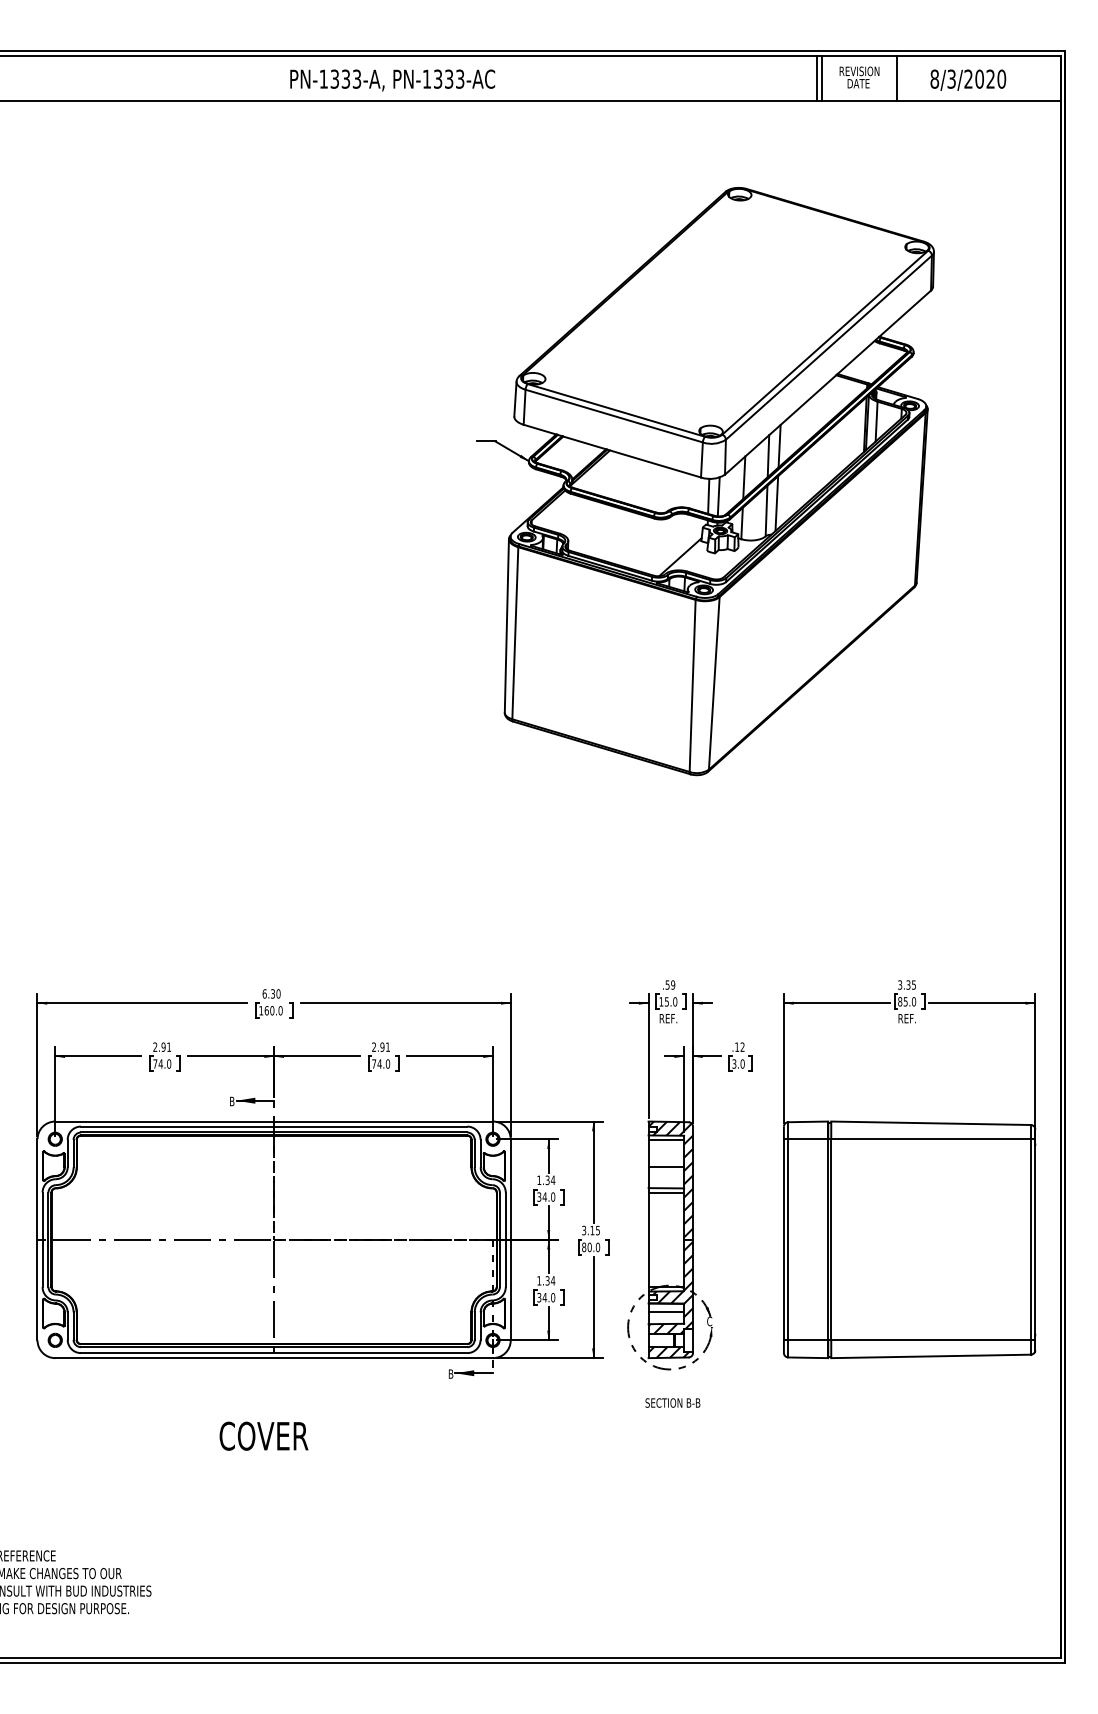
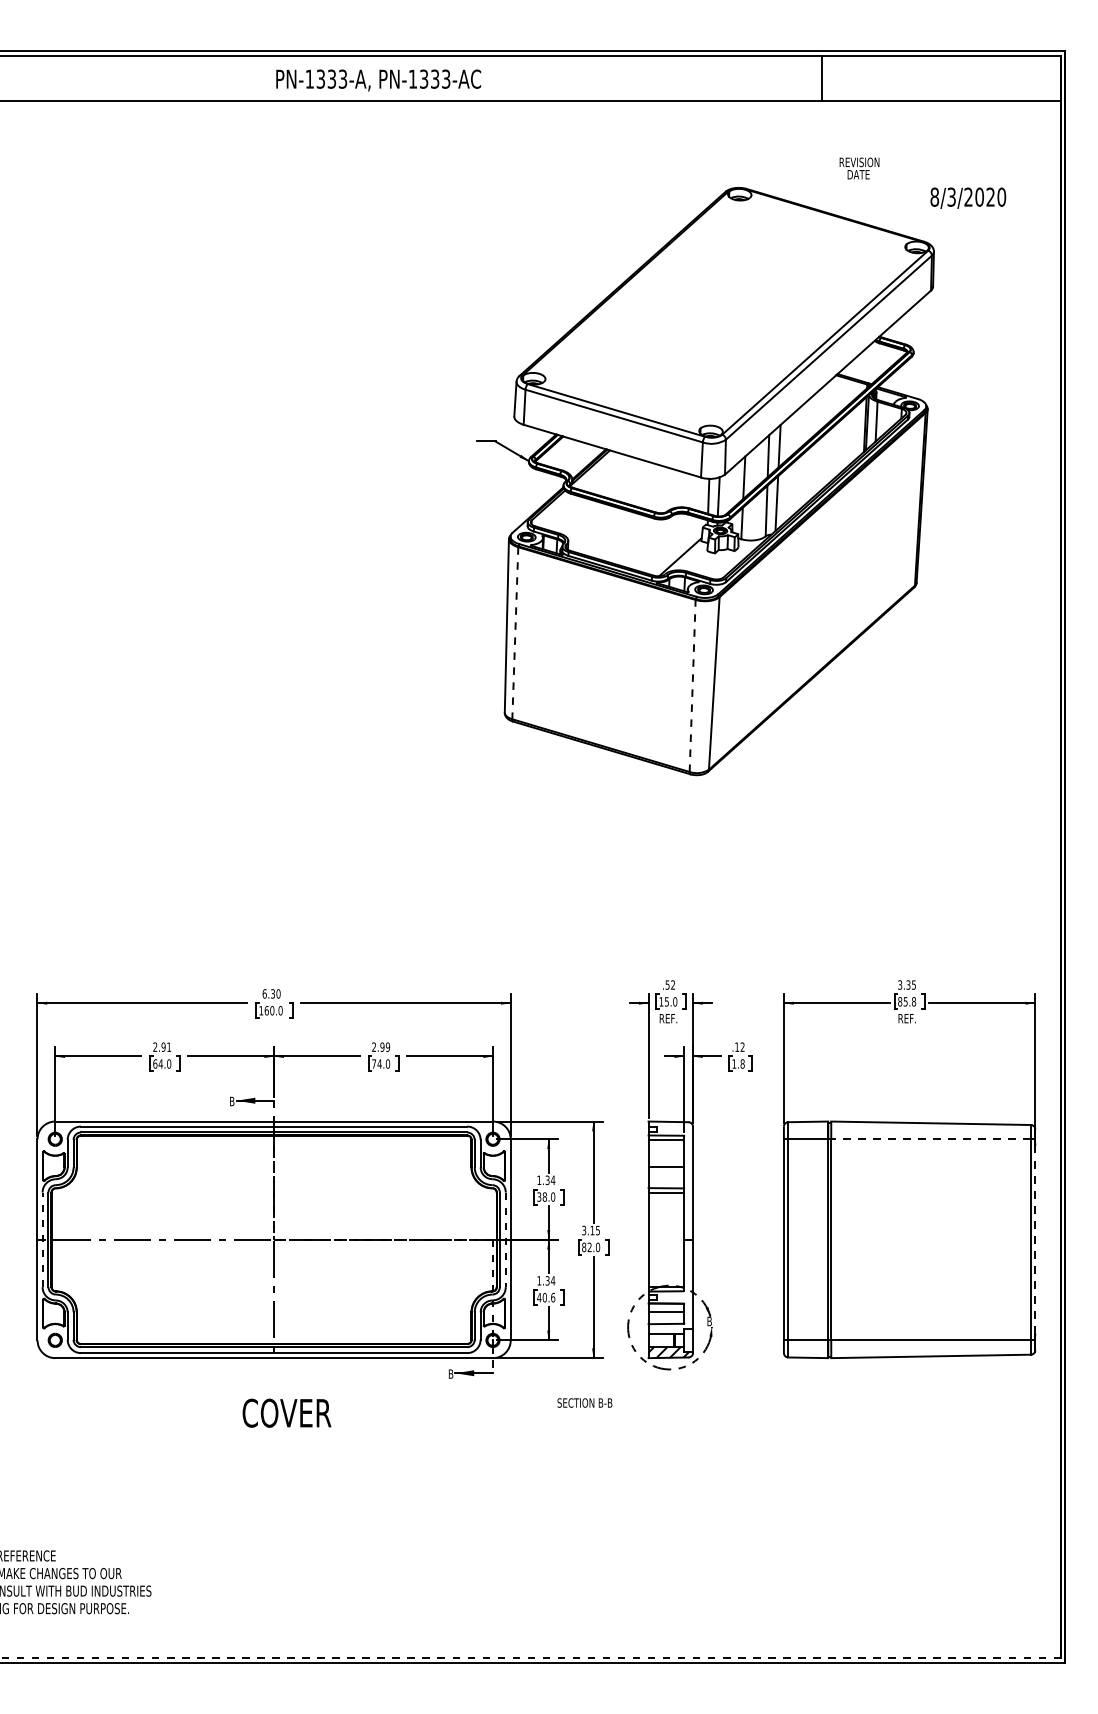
text at (859, 77) position: (859, 77) -> (859, 168)
line at (816, 78): present -> none
line at (896, 78): present -> none
text at (968, 79) position: (968, 79) -> (968, 197)
text at (392, 80) position: (392, 80) -> (378, 80)
line at (515, 633): solid -> dashed
line at (692, 685): solid -> dashed
text at (673, 984): .59 -> .52
text at (913, 1001): 85.0 -> 85.8
text at (387, 1046): 2.91 -> 2.99
text at (155, 1063): 74.0 -> 64.0
text at (738, 1063): 3.0 -> 1.8
line at (931, 1139): solid -> dashed
hatch at (670, 1179): present -> none
text at (544, 1196): 34.0 -> 38.0
line at (42, 1239): solid -> dashed
line at (1035, 1239): solid -> dashed
line at (505, 1240): solid -> dashed
text at (589, 1247): 80.0 -> 82.0
hatch at (670, 1287): present -> none
text at (546, 1297): 34.0 -> 40.6
text at (709, 1321): C -> B
text at (672, 1402) position: (672, 1402) -> (584, 1402)
text at (263, 1435) position: (263, 1435) -> (286, 1412)
line at (530, 1657): solid -> dashed
